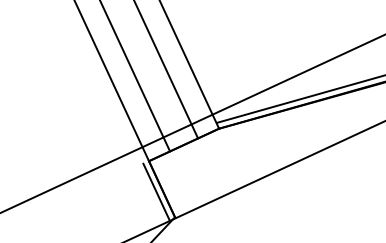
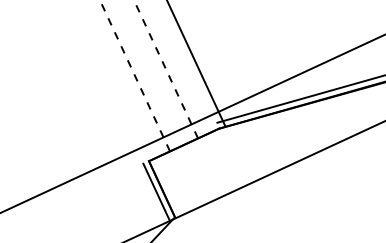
line at (189, 65) position: (189, 65) -> (196, 63)
line at (166, 69): solid -> dashed
line at (135, 76): solid -> dashed
line at (112, 81): present -> none
